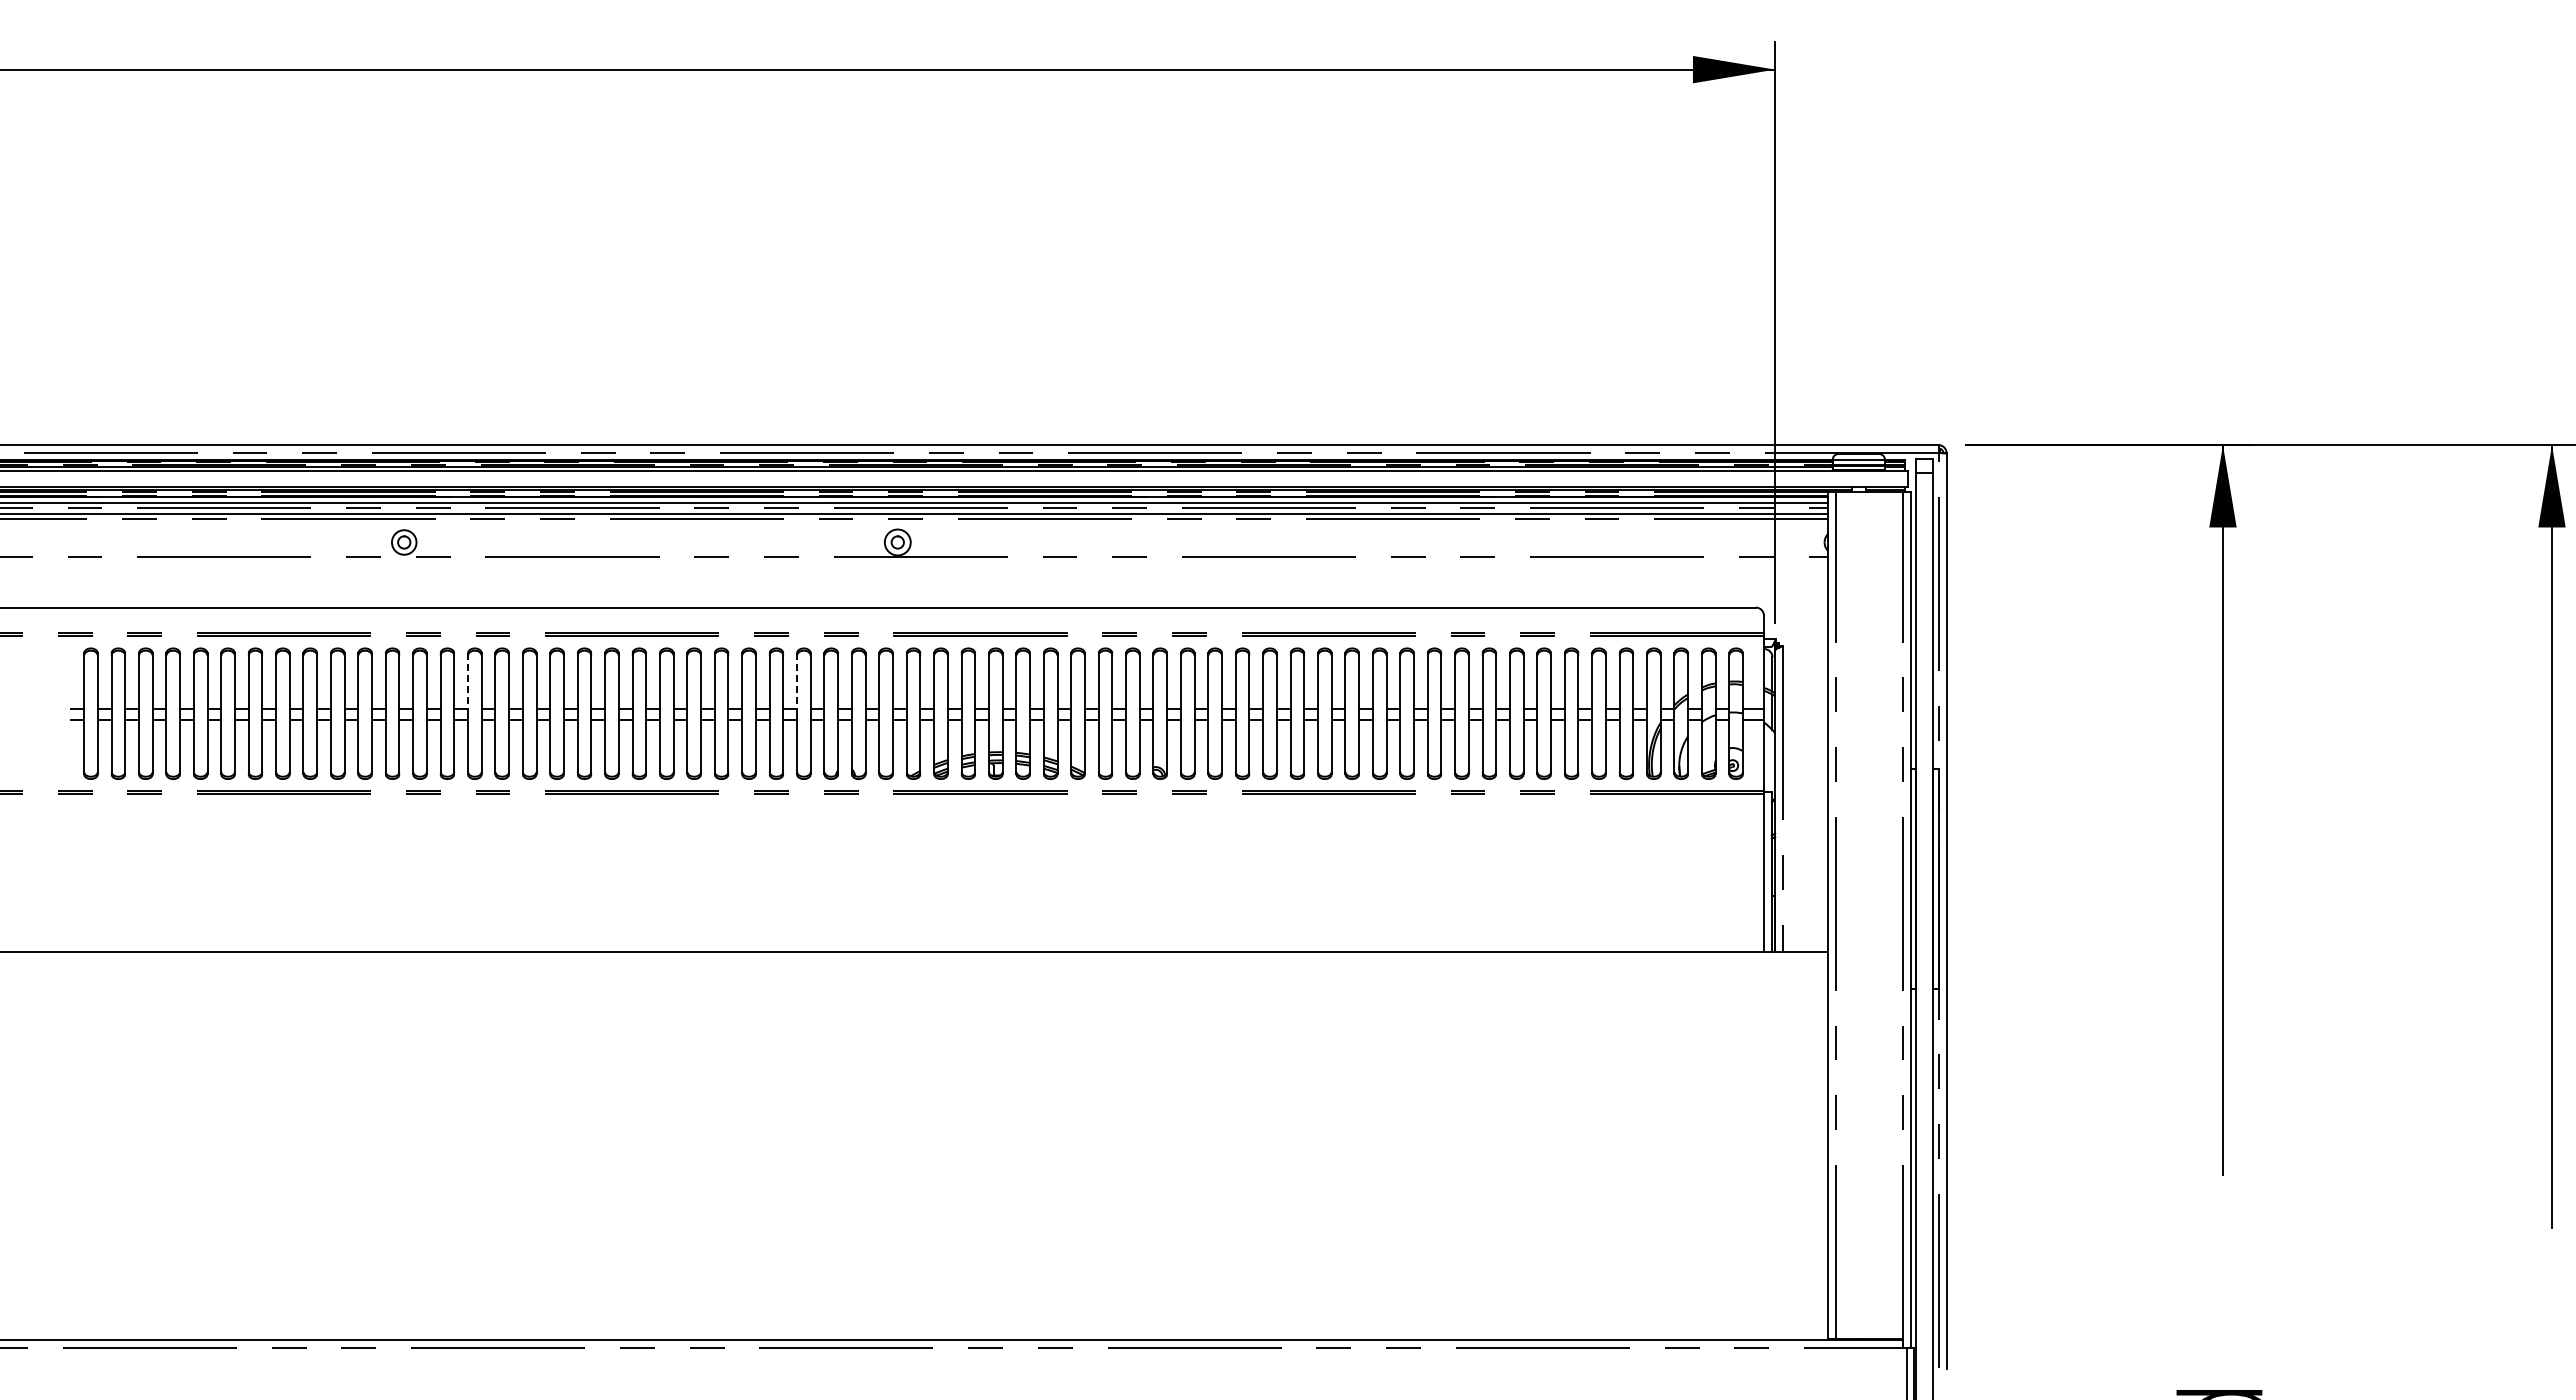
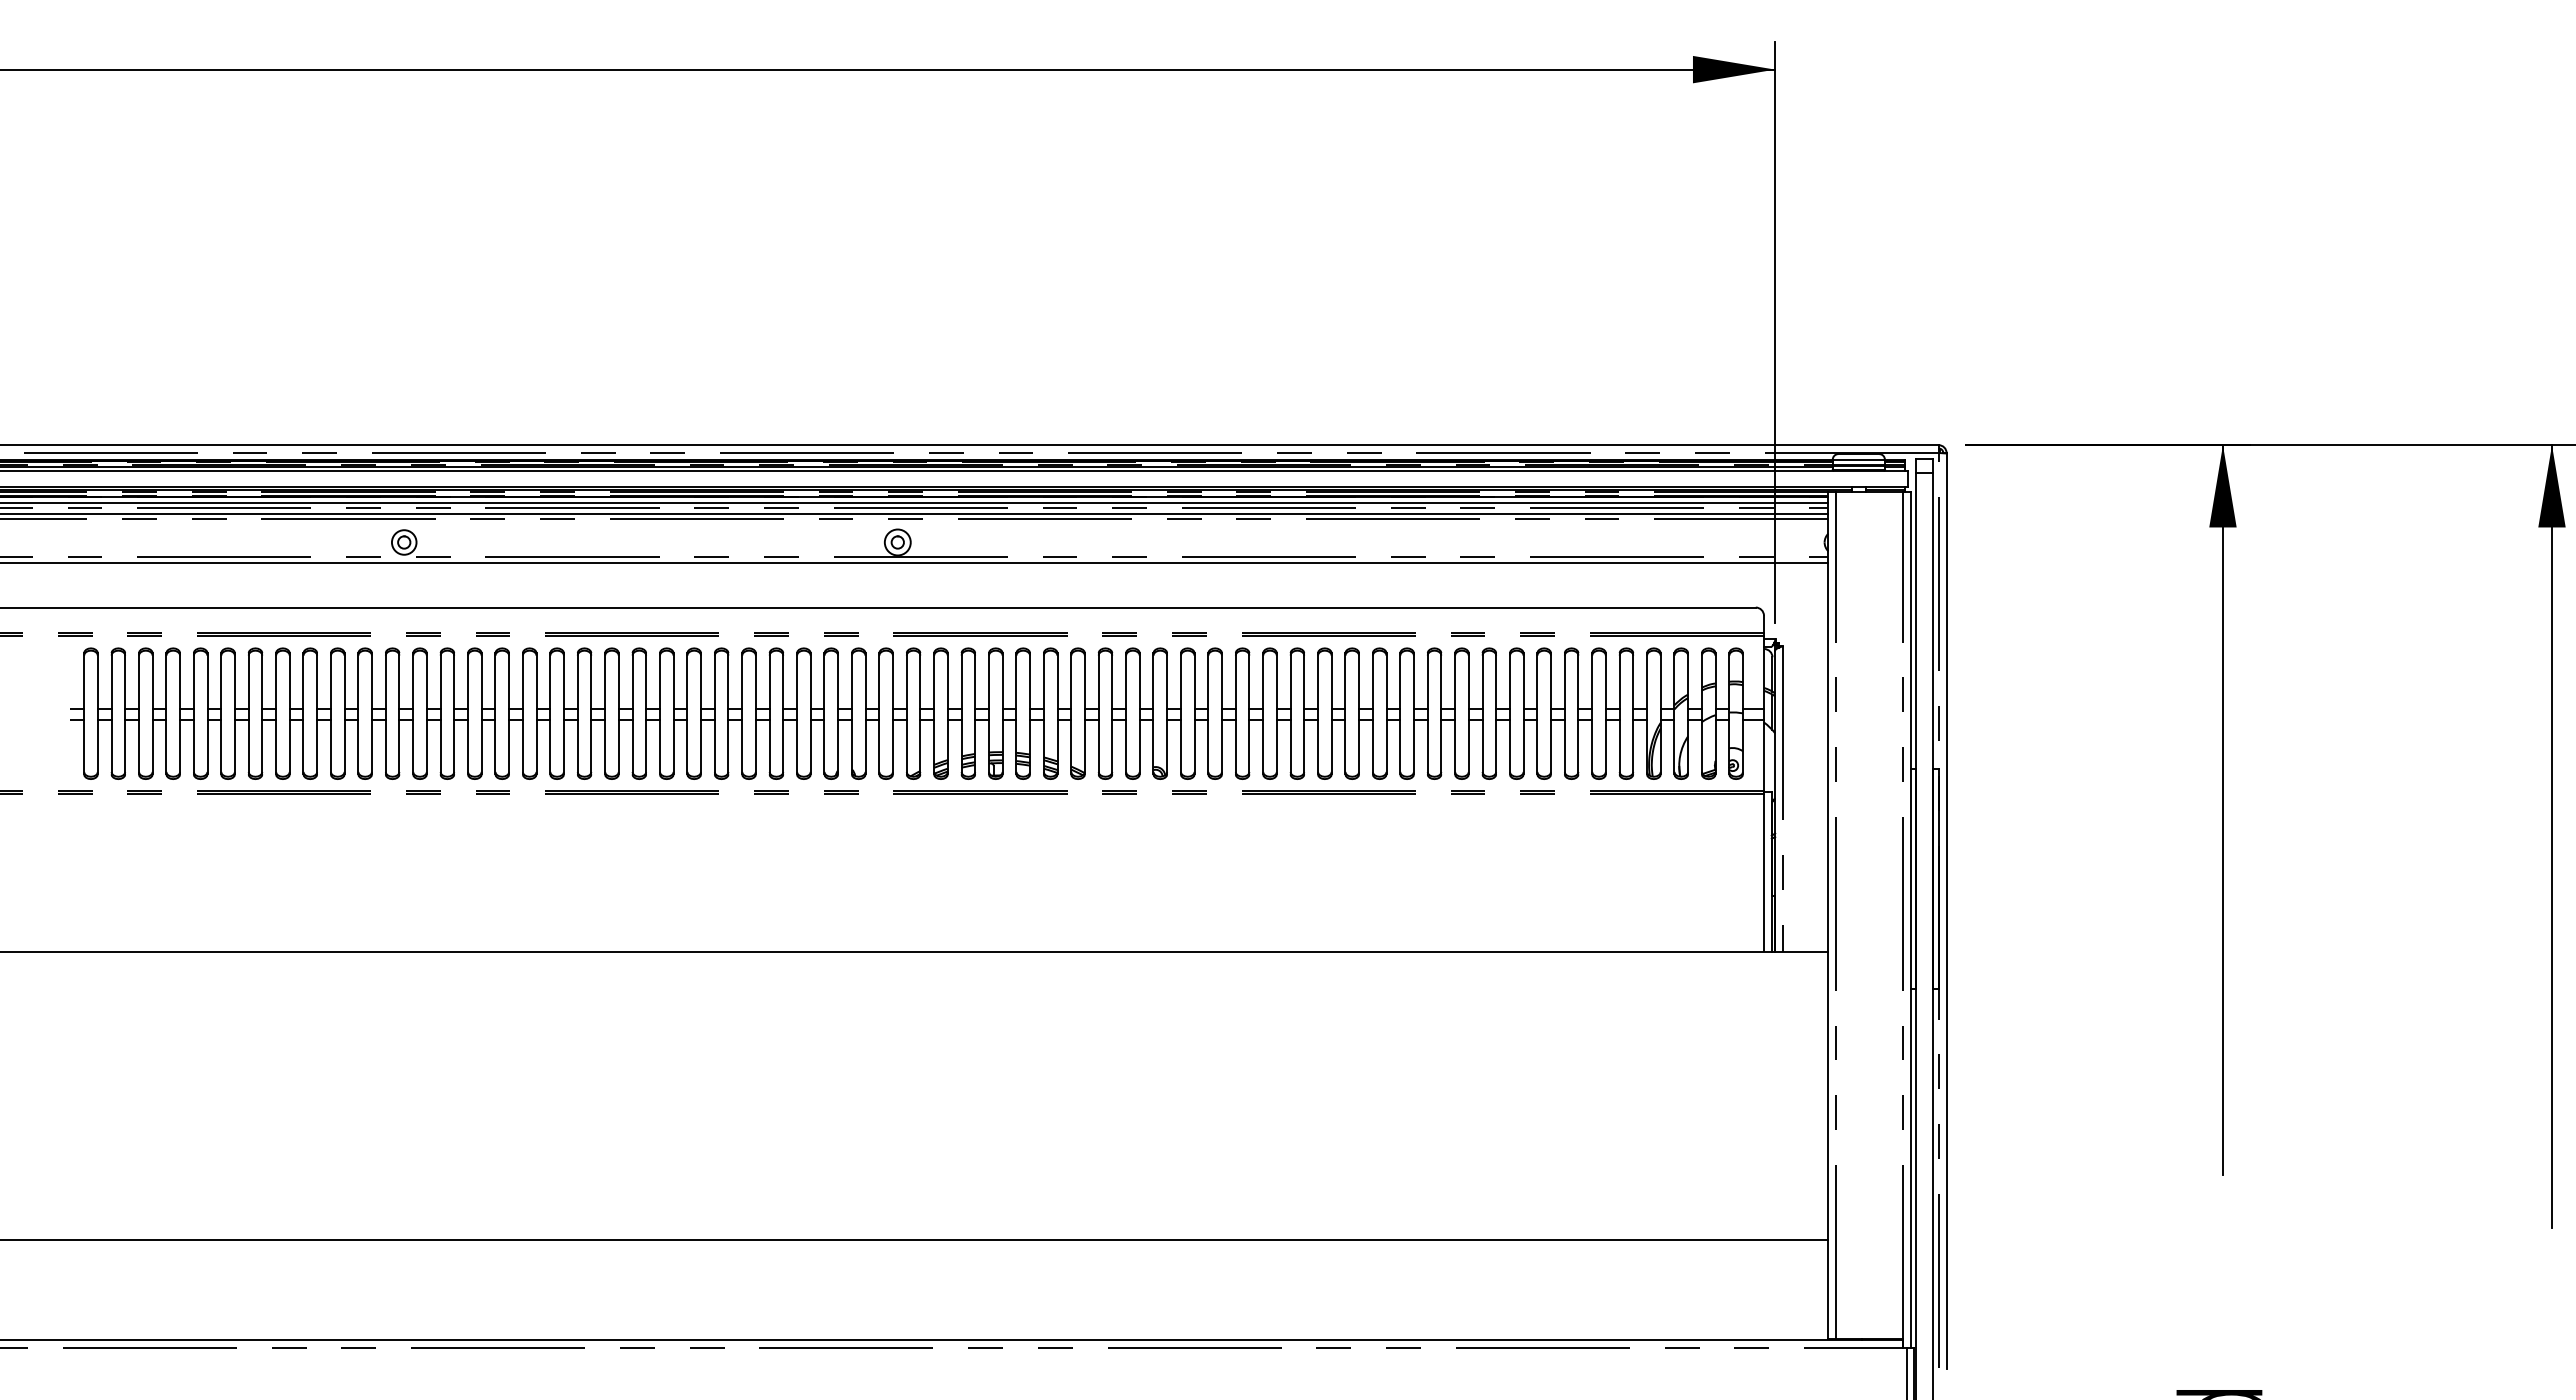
line at (915, 562): none -> present
line at (468, 681): dashed -> solid
line at (797, 681): dashed -> solid
line at (915, 1240): none -> present
